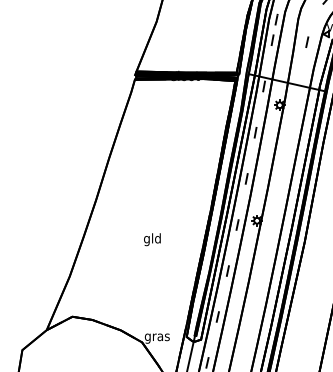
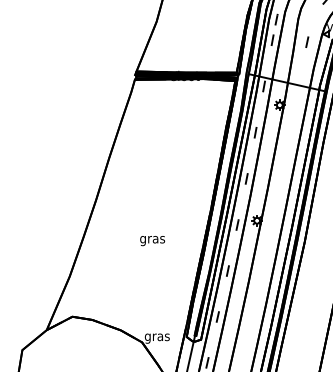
text at (152, 239): gld -> gras
